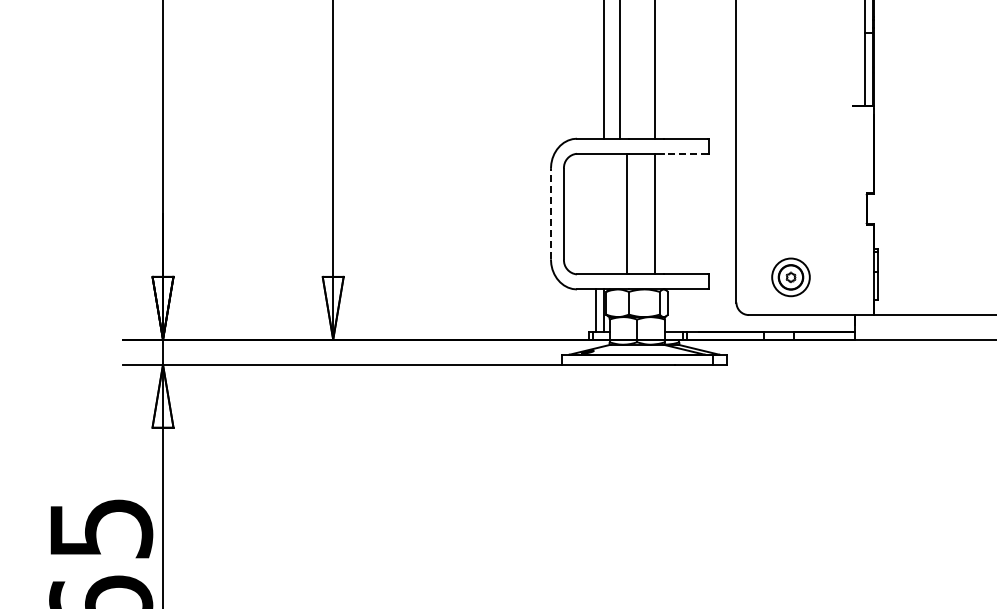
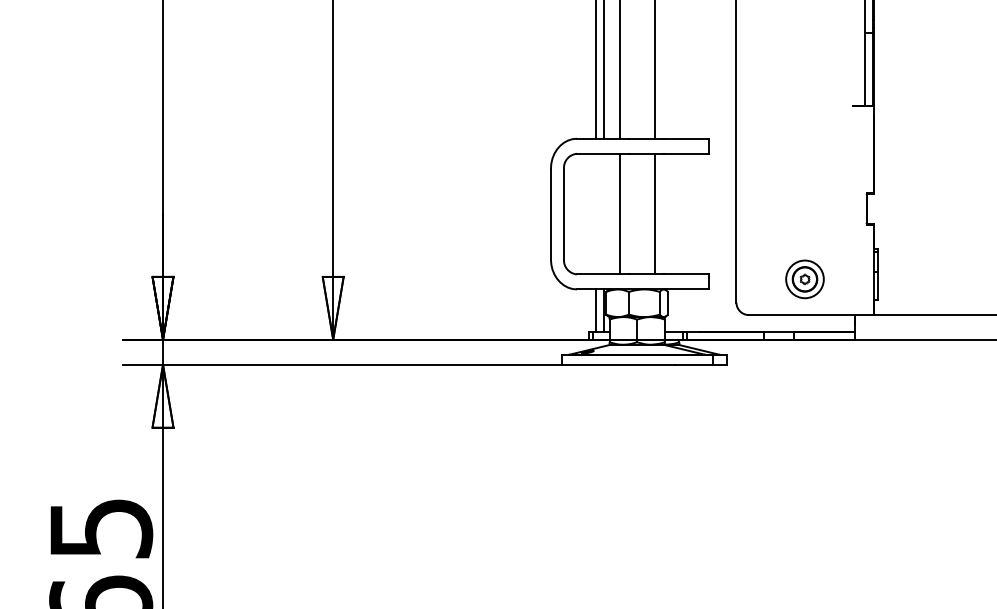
line at (596, 70): none -> present
line at (685, 153): dashed -> solid
line at (550, 213): dashed -> solid
line at (626, 213) position: (626, 213) -> (619, 213)
part at (790, 277) position: (790, 277) -> (804, 279)
